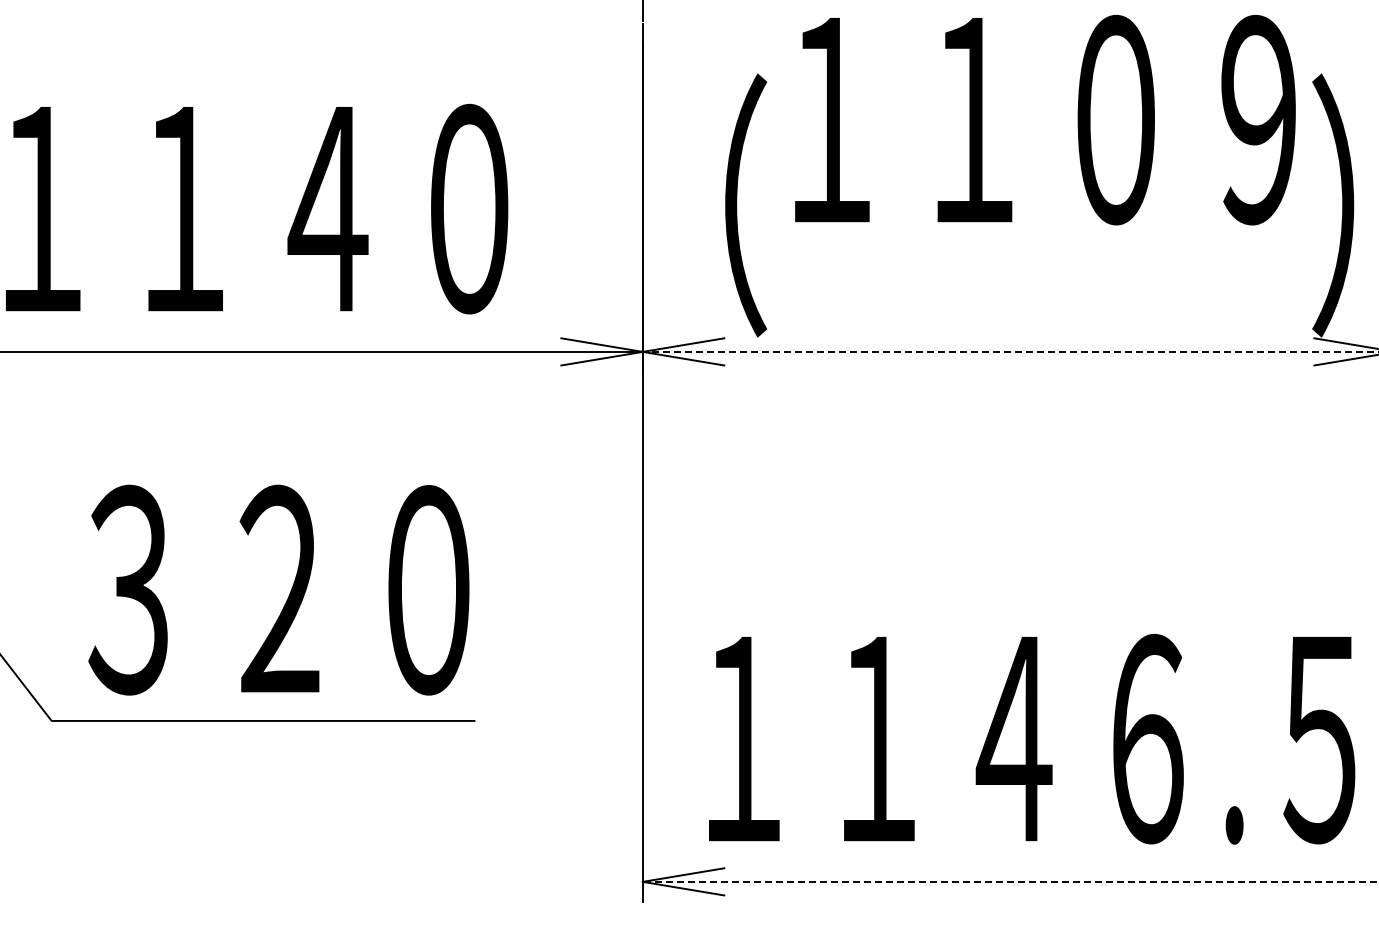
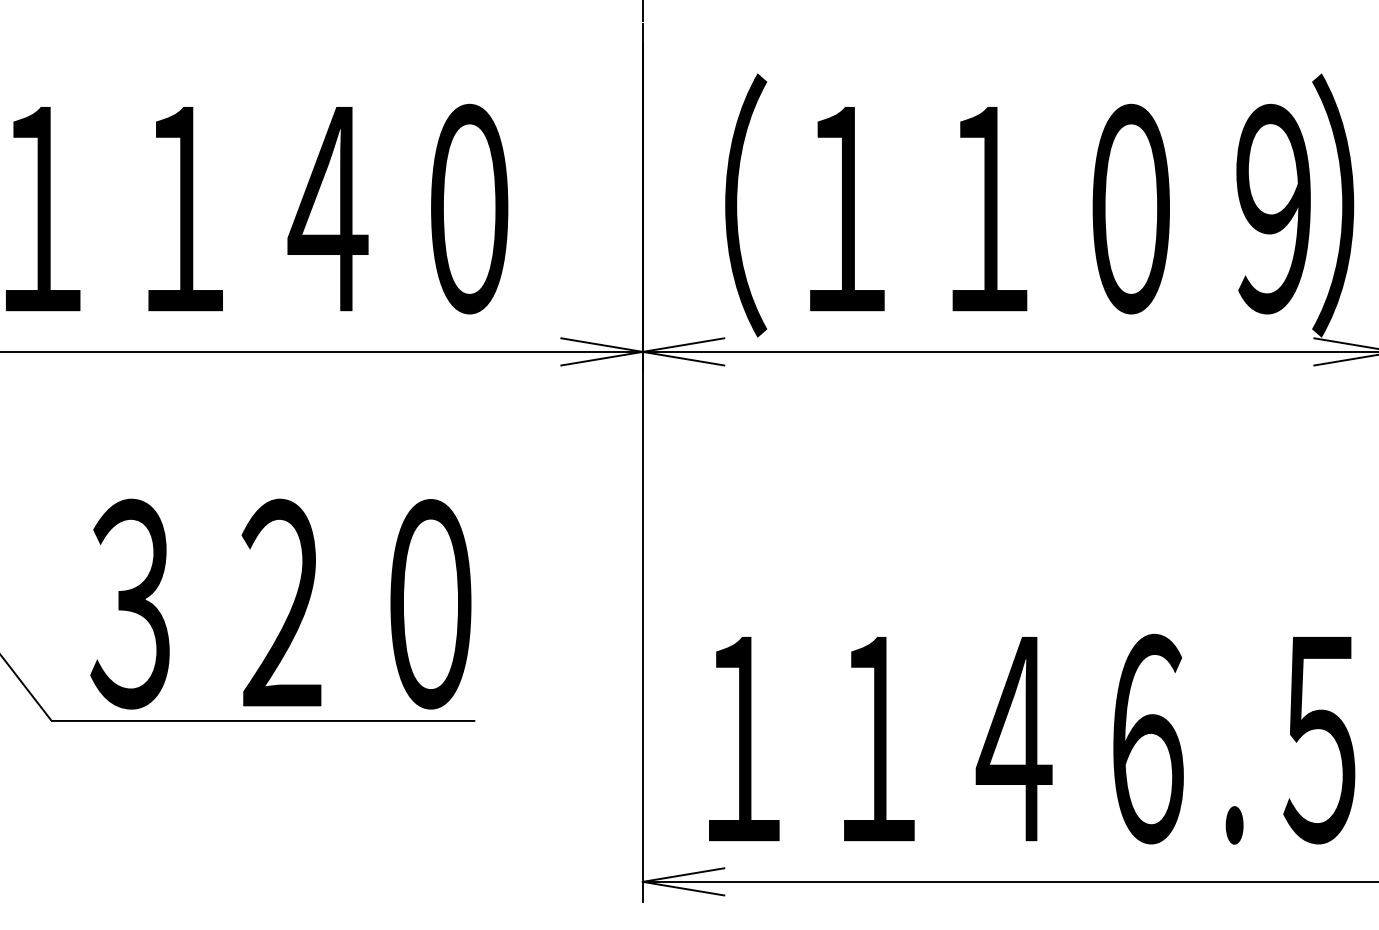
text at (1045, 119) position: (1045, 119) -> (1060, 208)
line at (1010, 351): dashed -> solid
text at (278, 589) position: (278, 589) -> (280, 603)
line at (1010, 881): dashed -> solid
